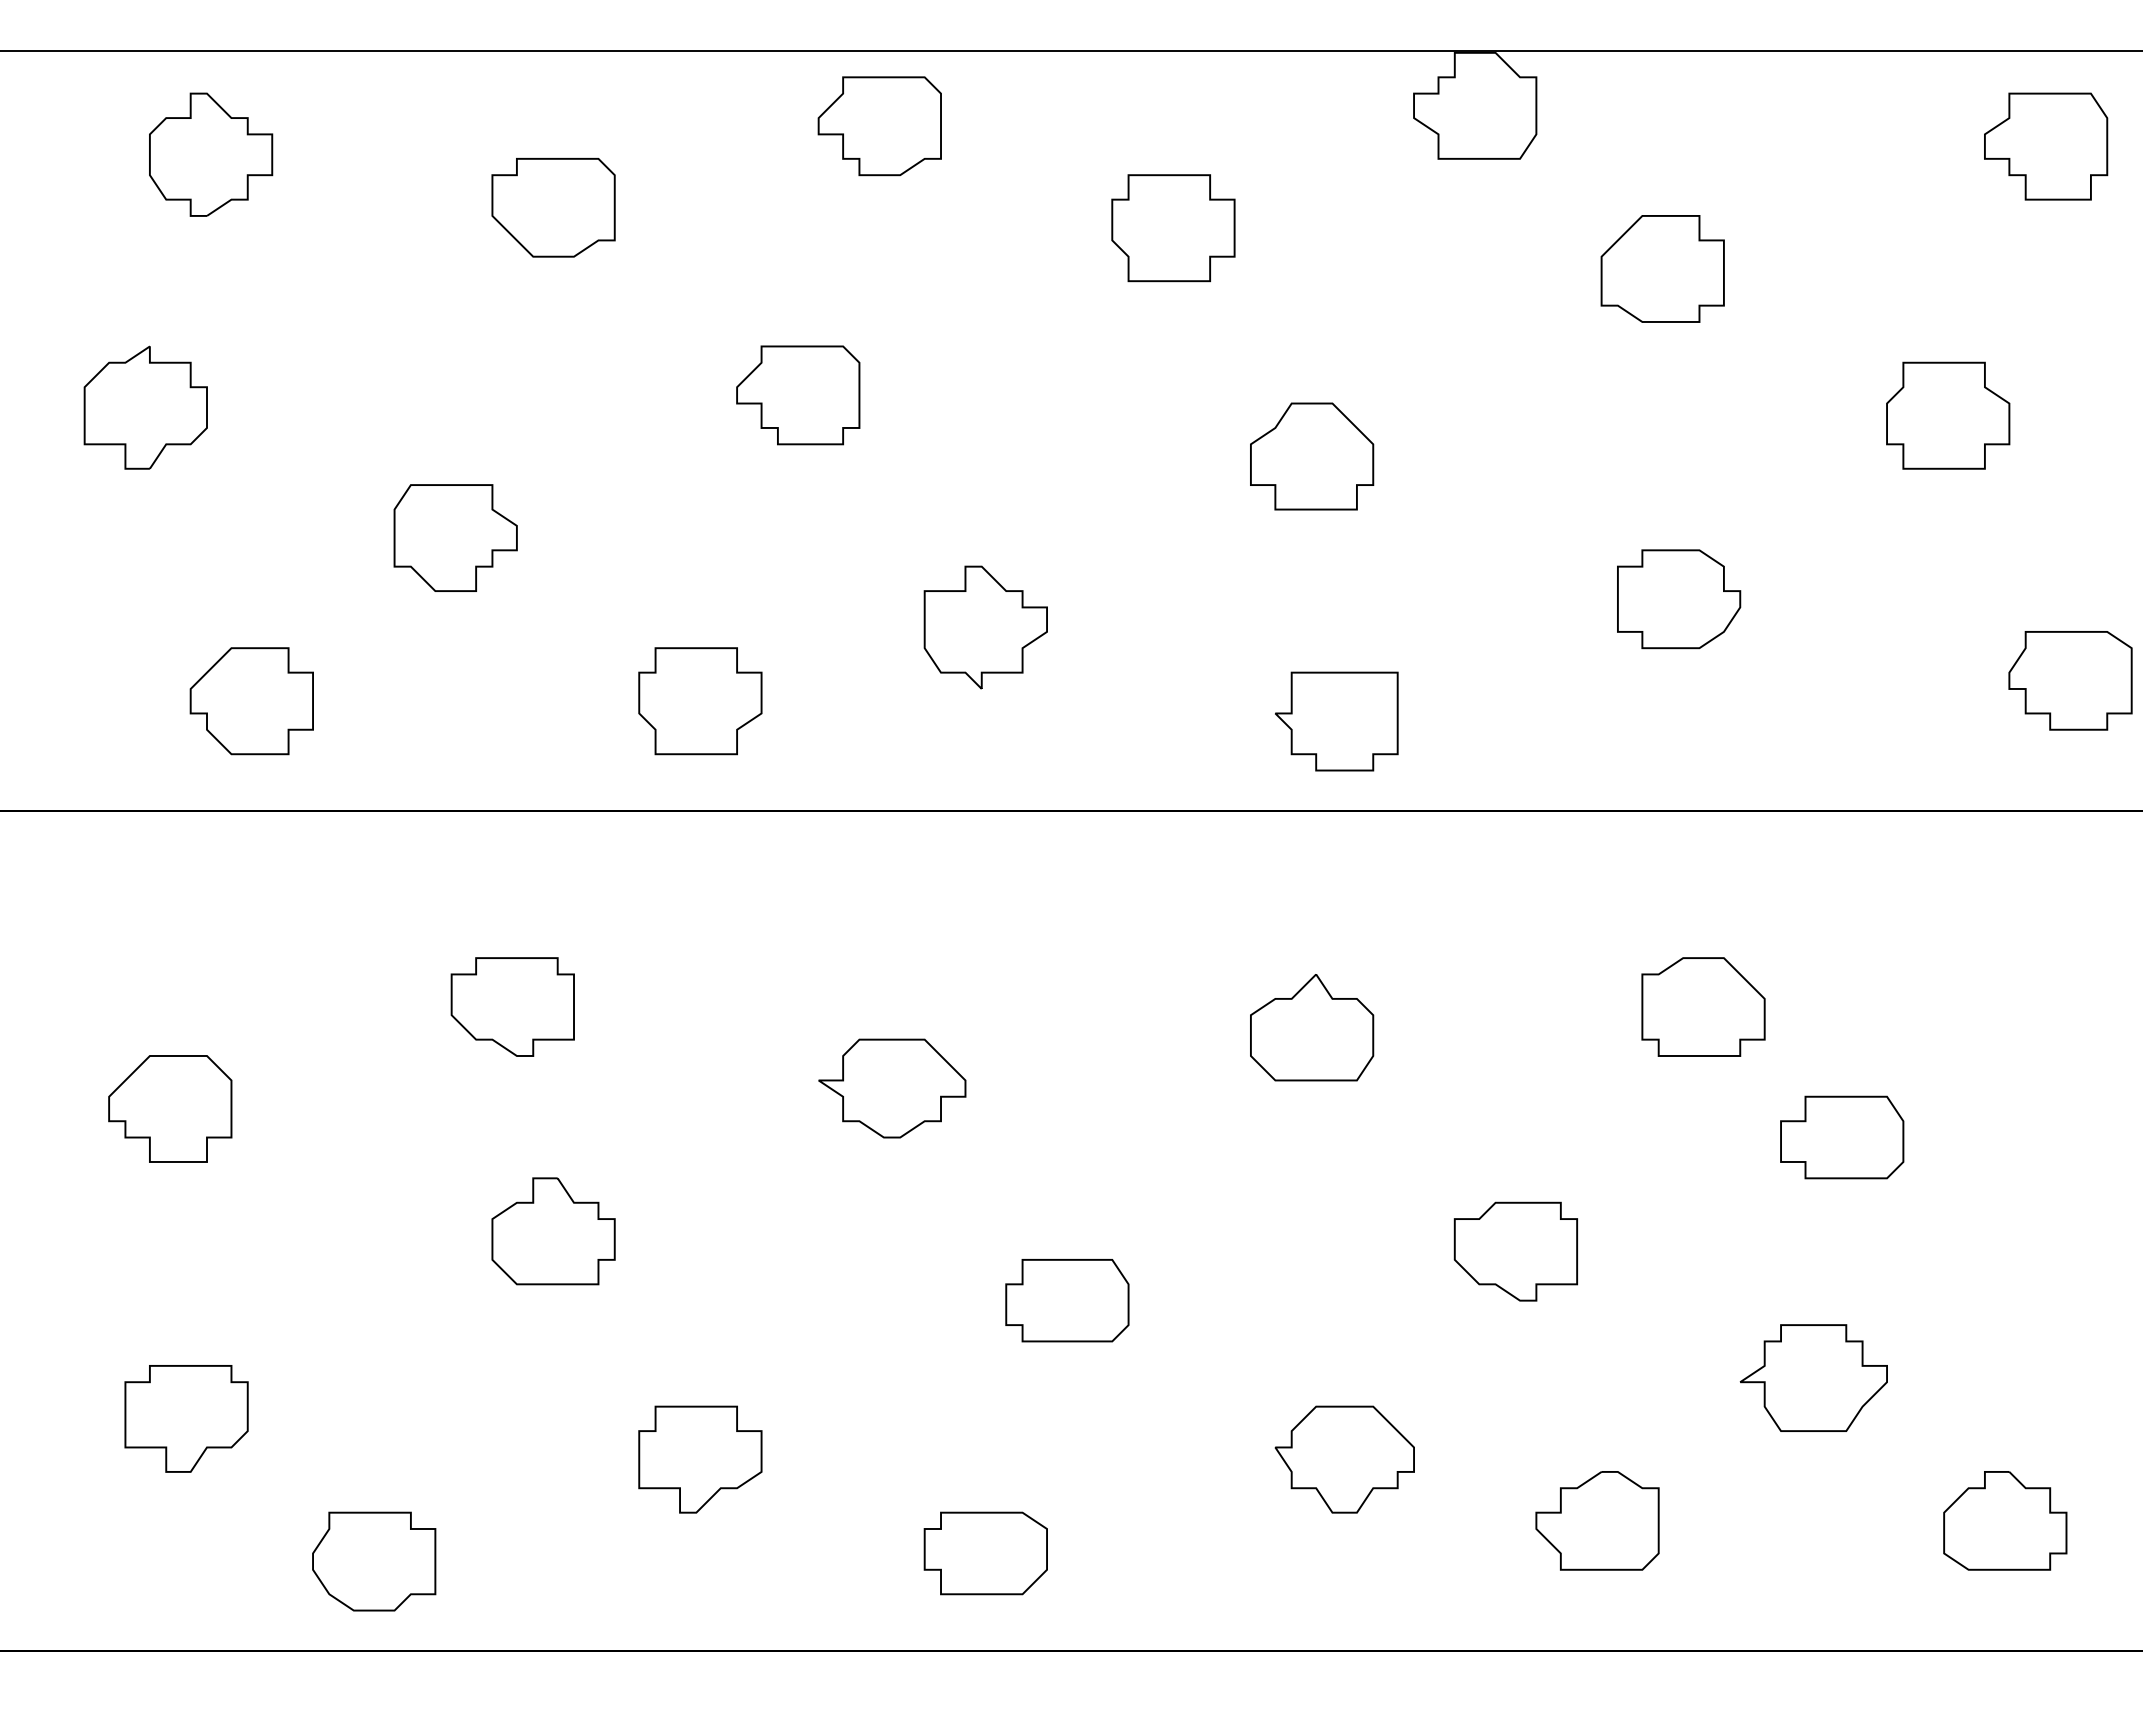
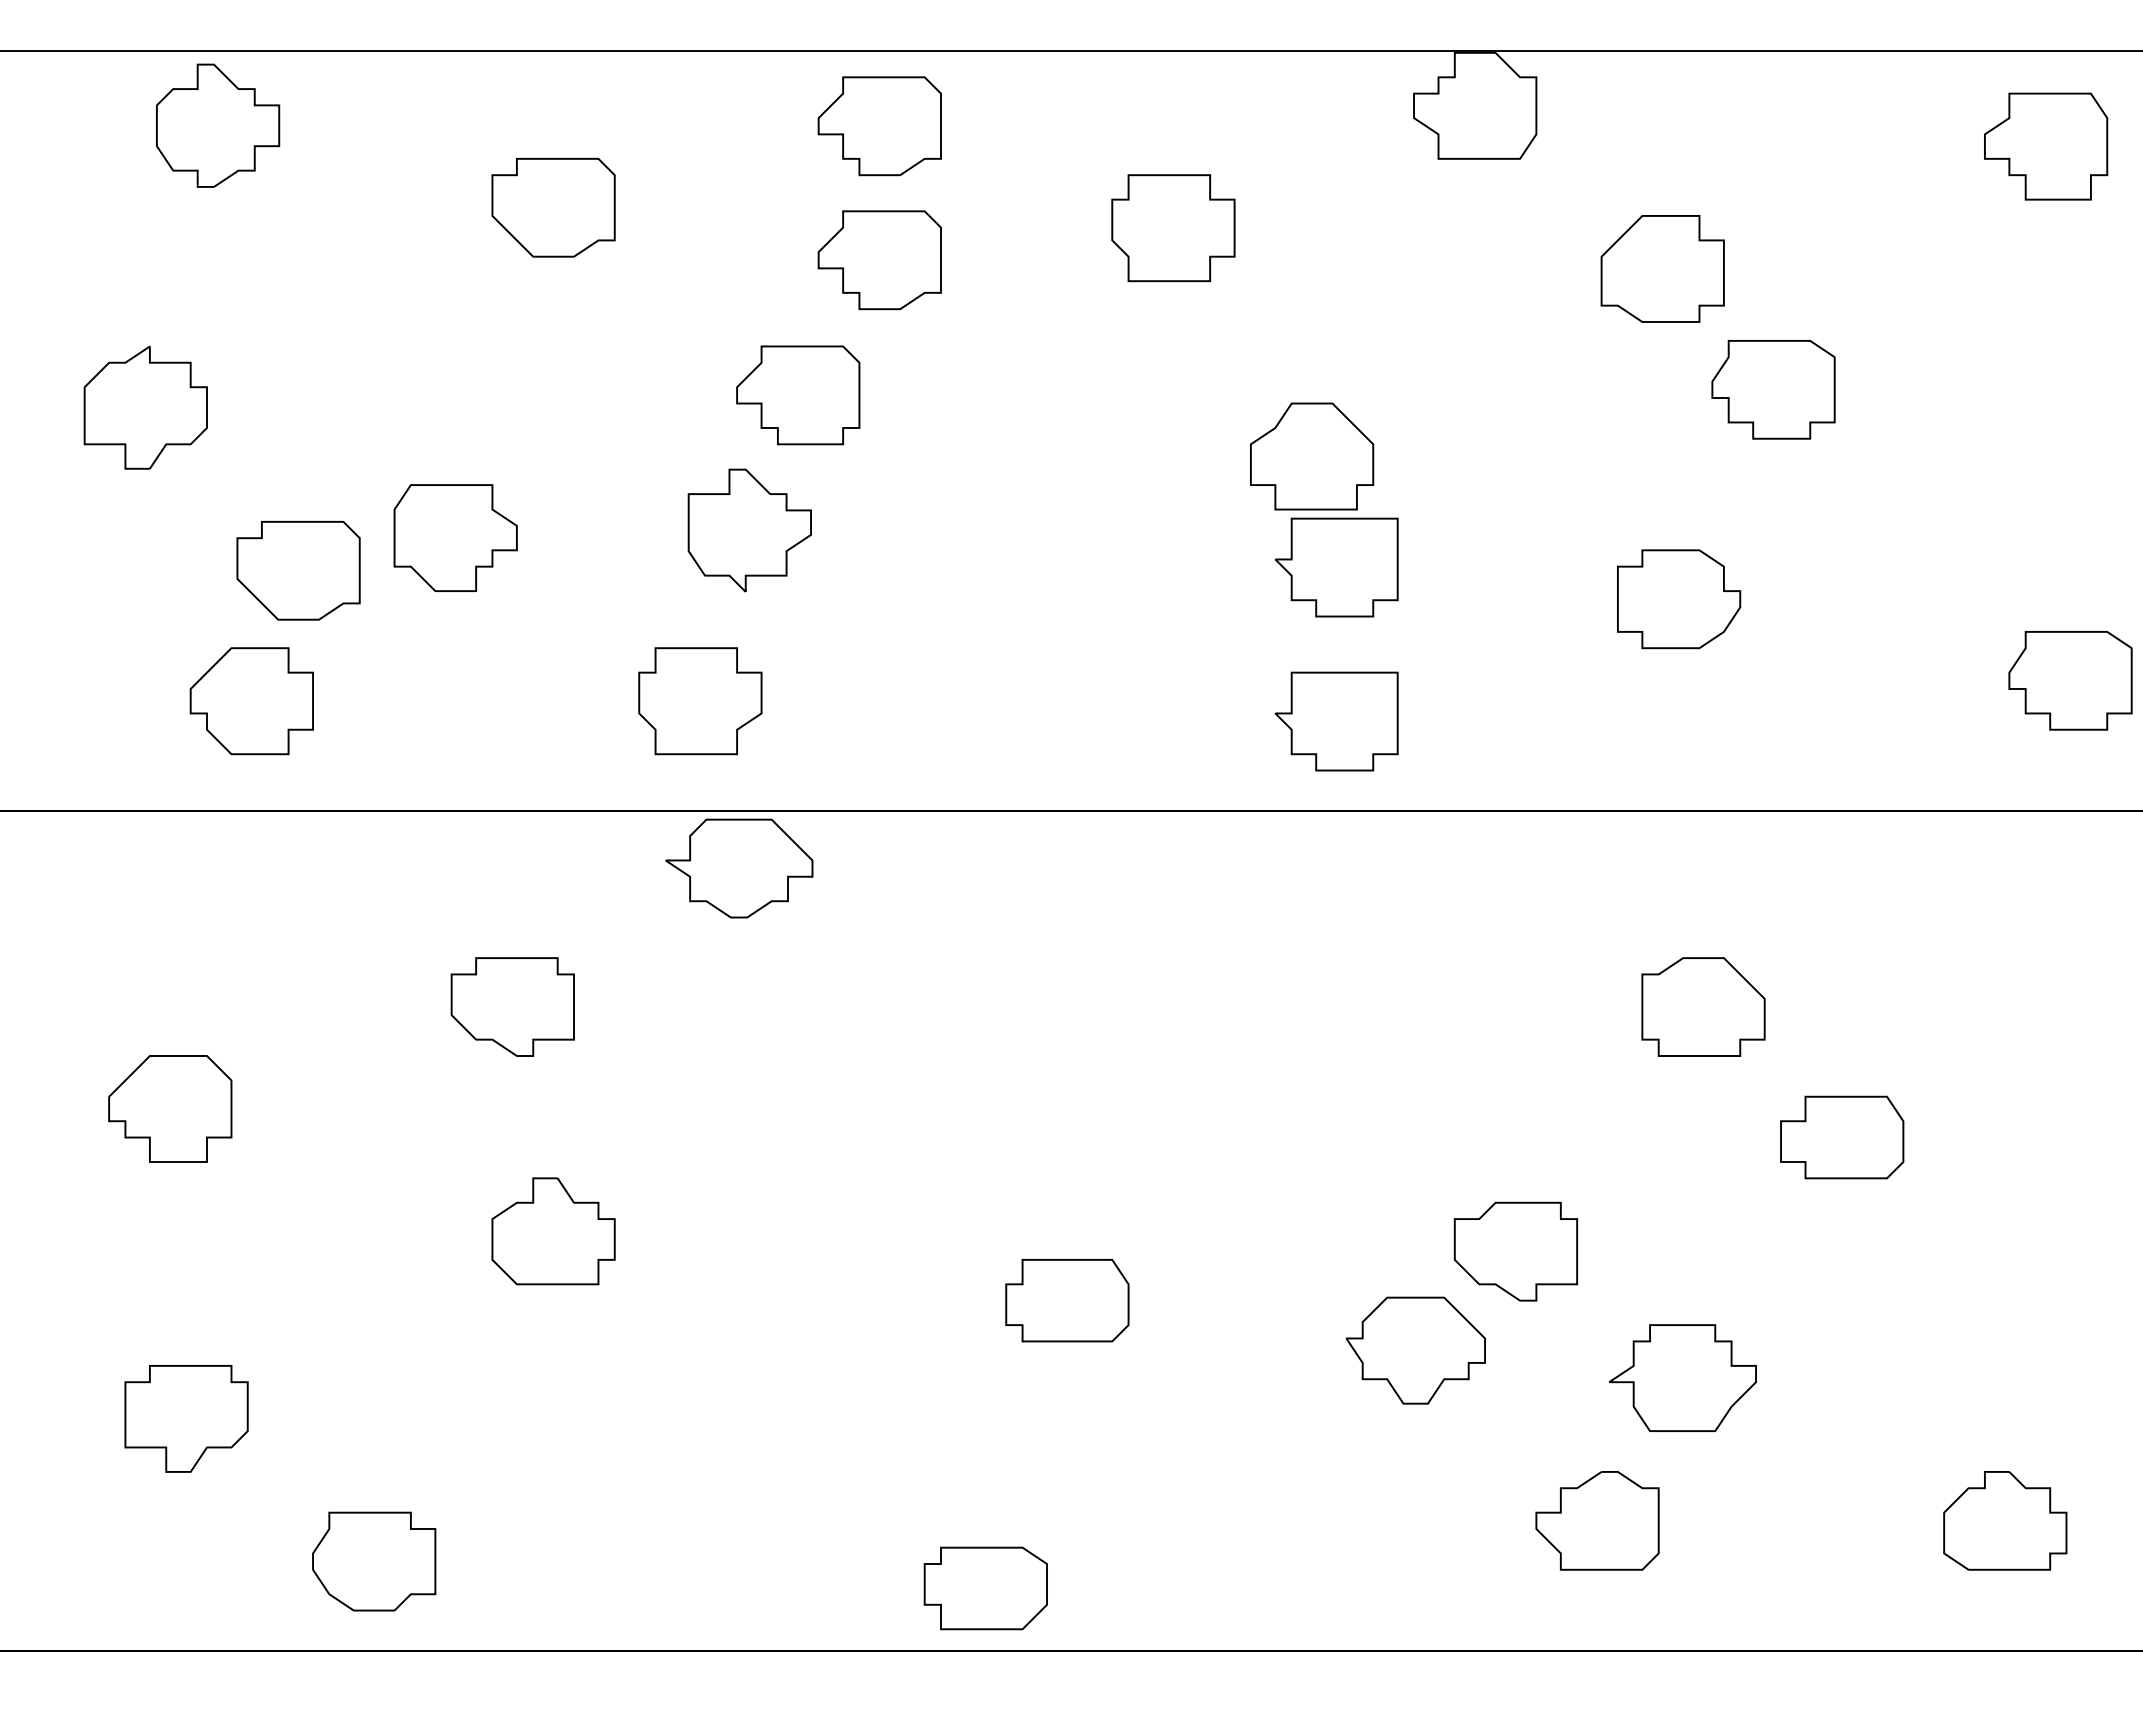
part at (211, 154) position: (211, 154) -> (218, 125)
part at (879, 260): none -> present
part at (1773, 389): none -> present
part at (1948, 415): present -> none
part at (1336, 567): none -> present
part at (298, 570): none -> present
part at (985, 627) position: (985, 627) -> (749, 530)
part at (1312, 1027): present -> none
part at (892, 1088) position: (892, 1088) -> (739, 868)
part at (1813, 1377) position: (1813, 1377) -> (1682, 1377)
part at (700, 1459): present -> none
part at (1344, 1459) position: (1344, 1459) -> (1415, 1350)
part at (985, 1553) position: (985, 1553) -> (985, 1588)
